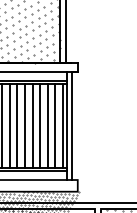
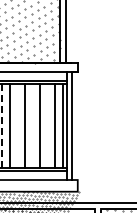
line at (17, 125): present -> none
line at (32, 125): present -> none
line at (47, 125): present -> none
line at (2, 126): solid -> dashed
